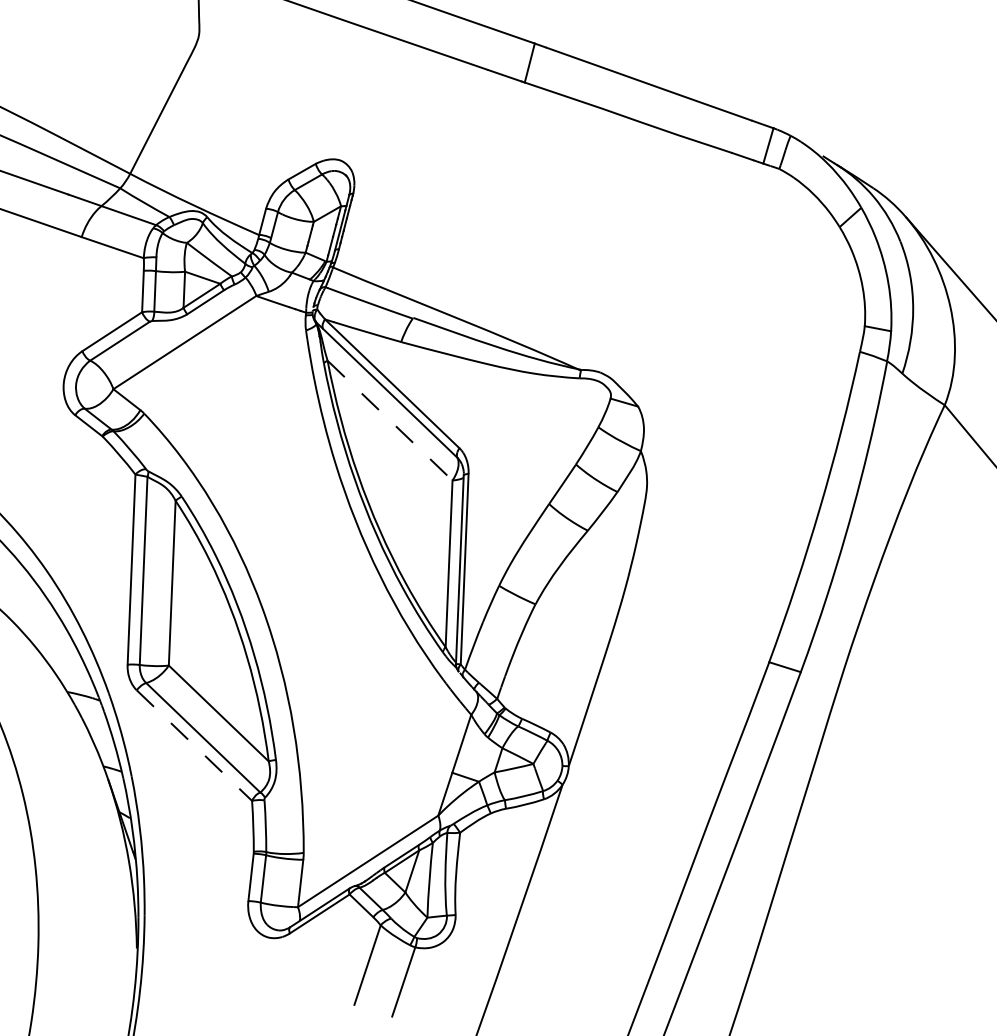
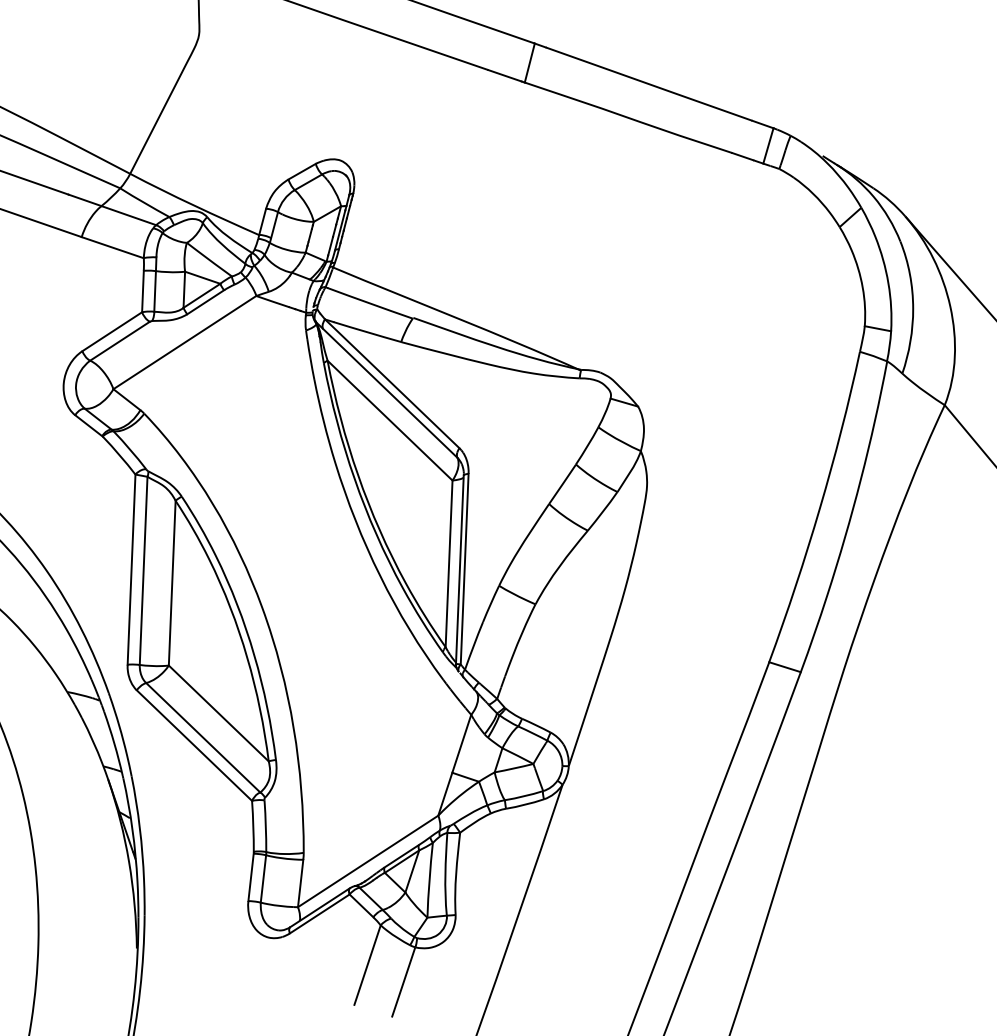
line at (390, 420): dashed -> solid
line at (194, 745): dashed -> solid
